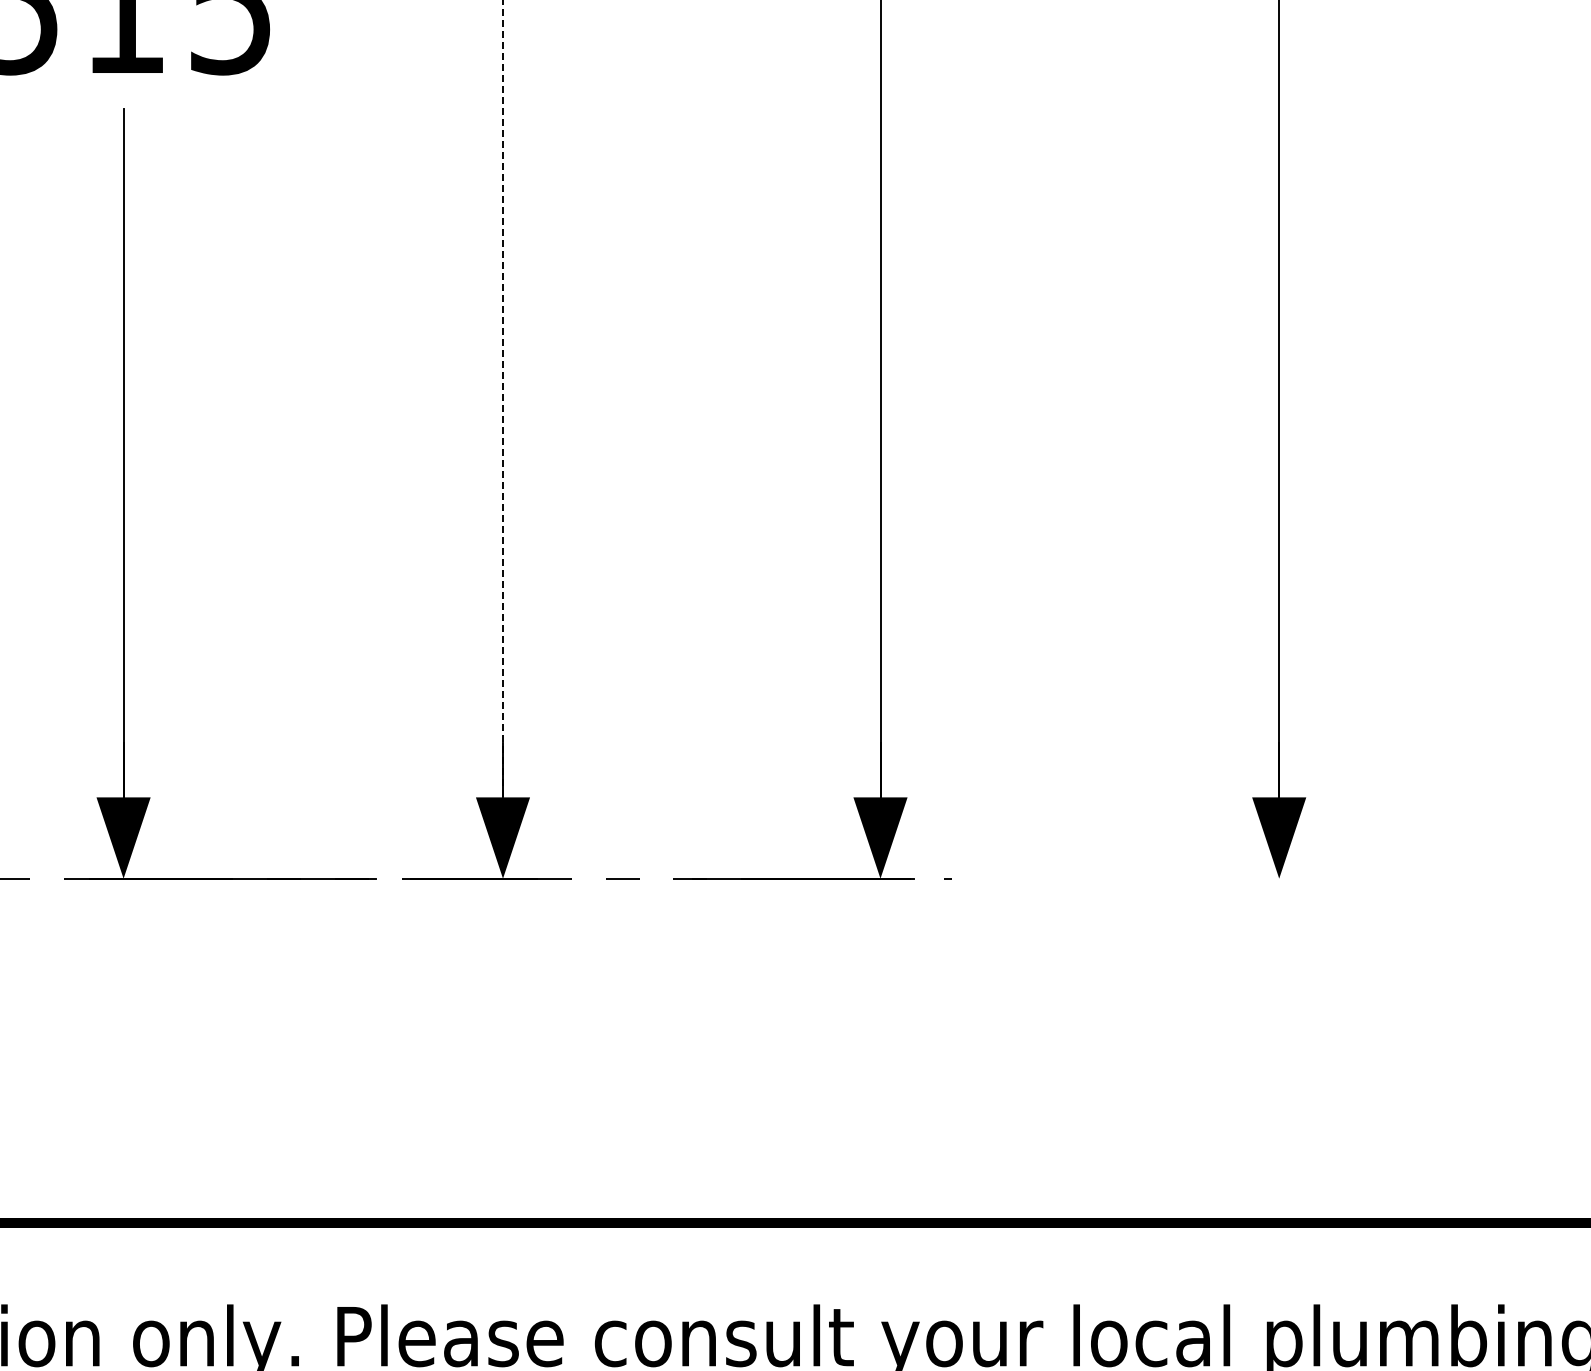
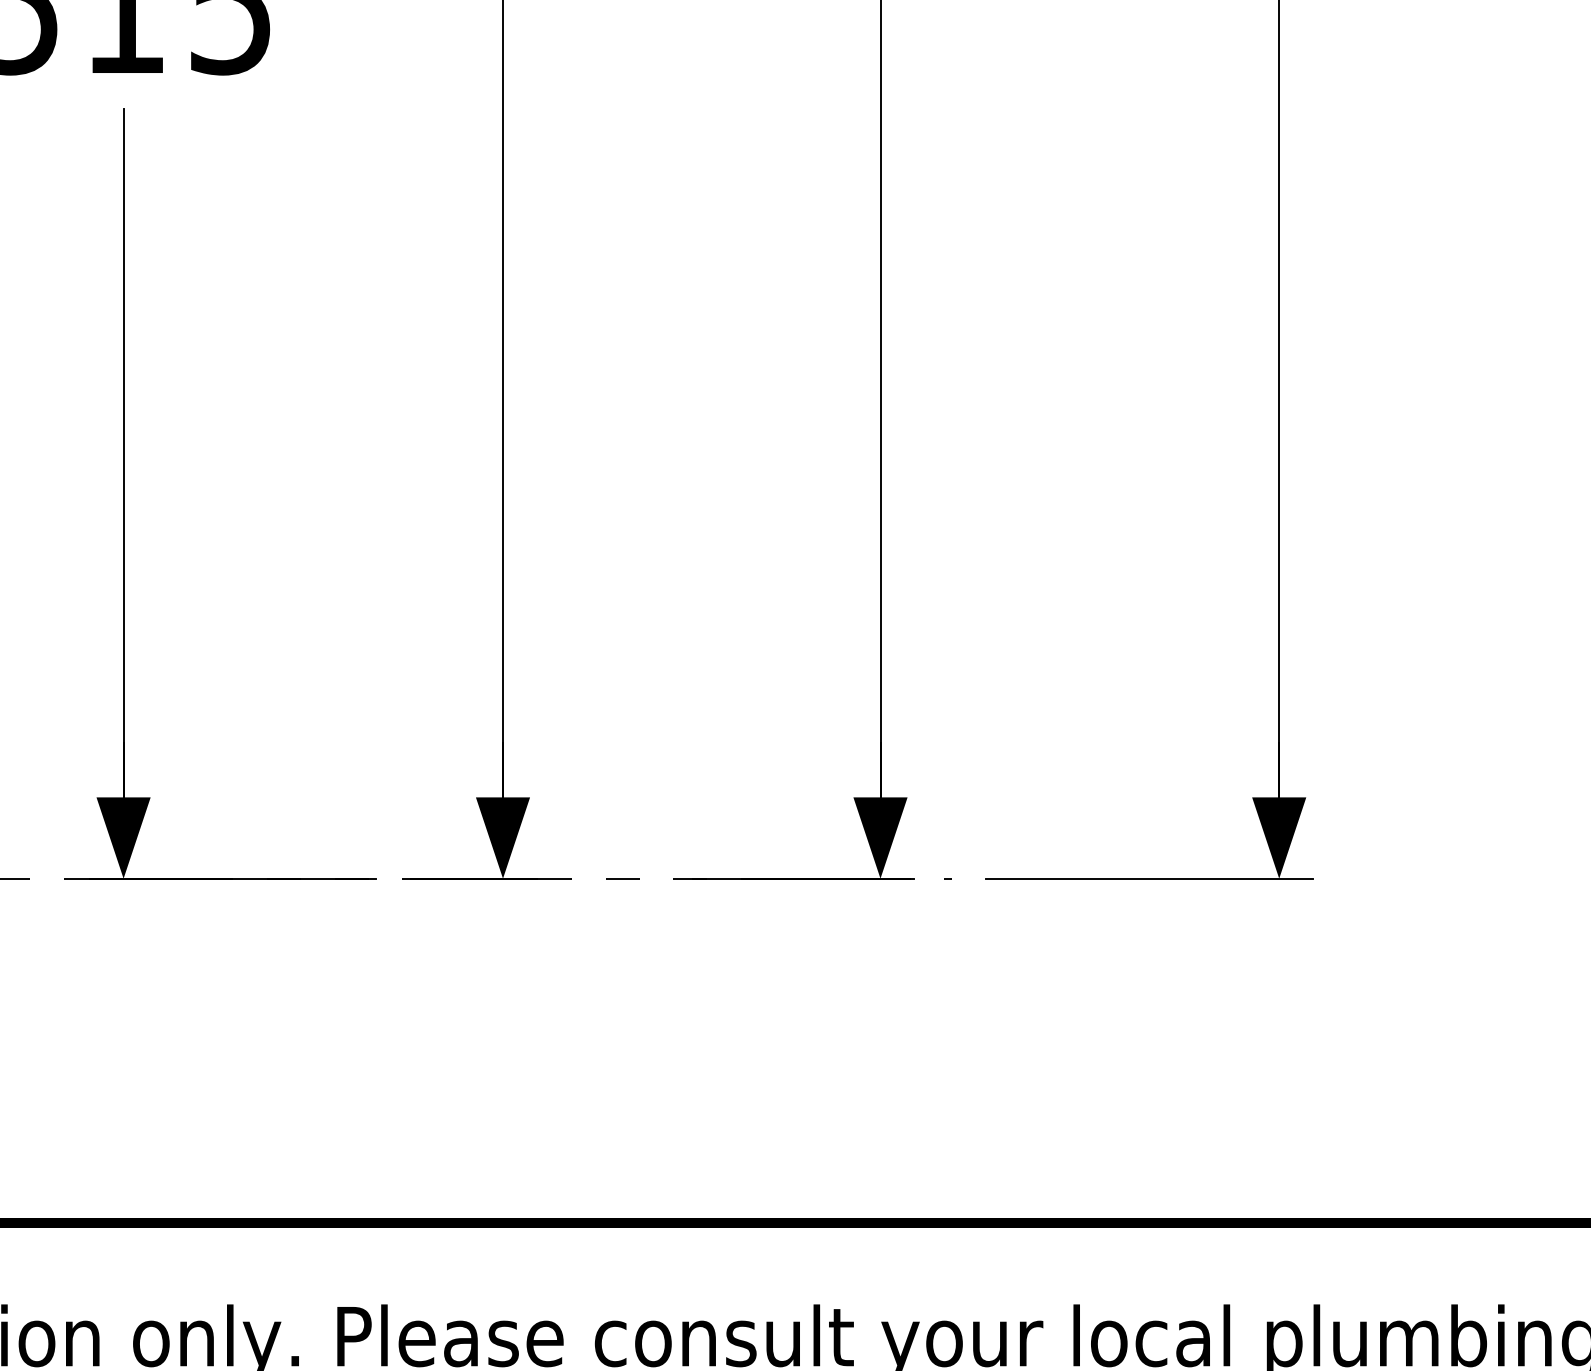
line at (503, 426): dashed -> solid
line at (1149, 878): none -> present
